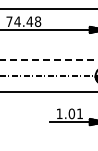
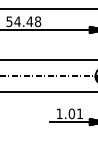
text at (9, 21): 74.48 -> 54.48
line at (49, 59): dashed -> solid
